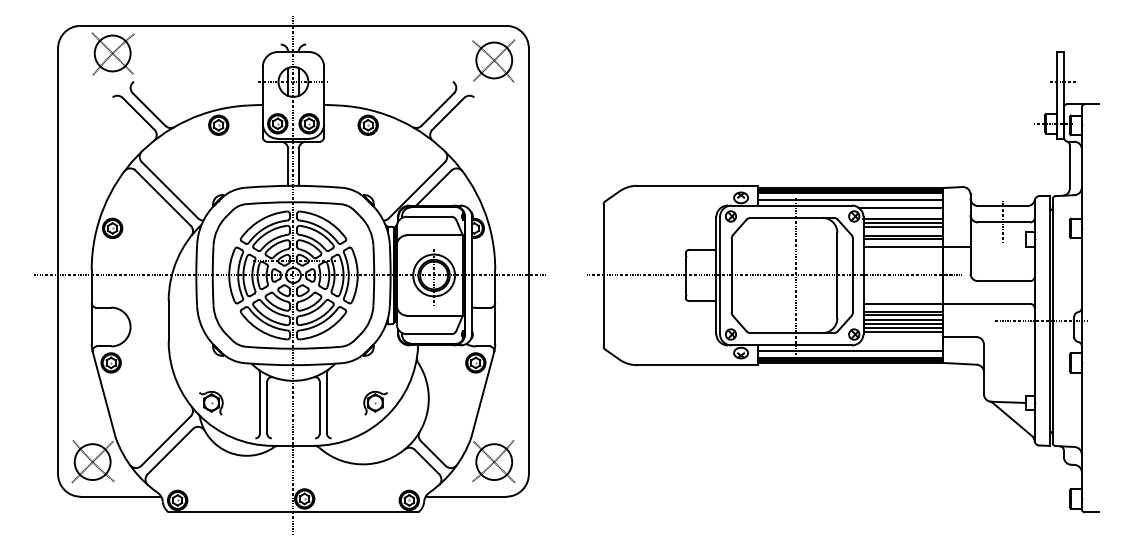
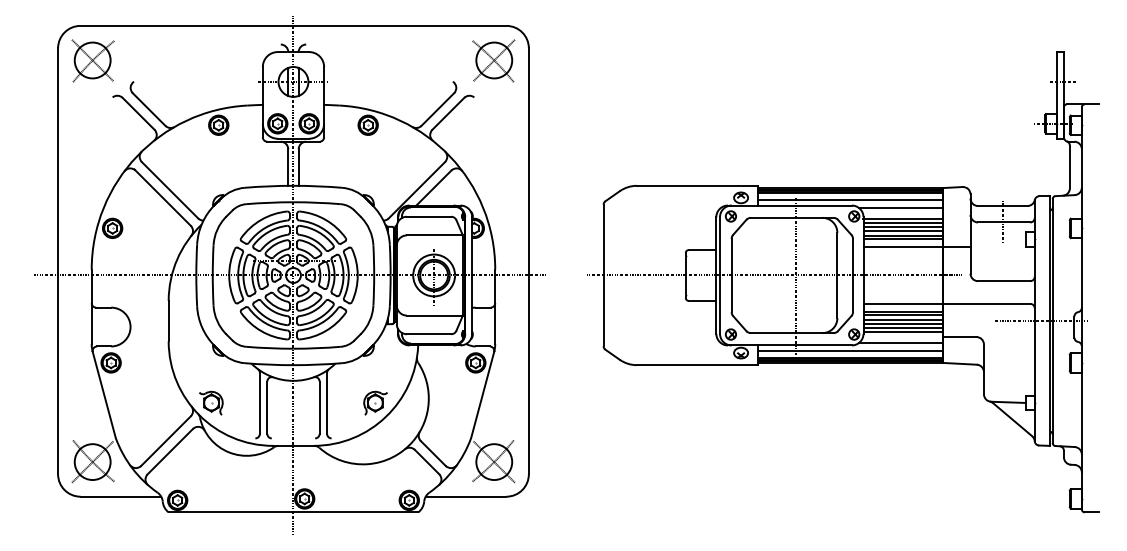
part at (112, 53) position: (112, 53) -> (92, 60)
line at (902, 230): none -> present
line at (900, 343): none -> present
